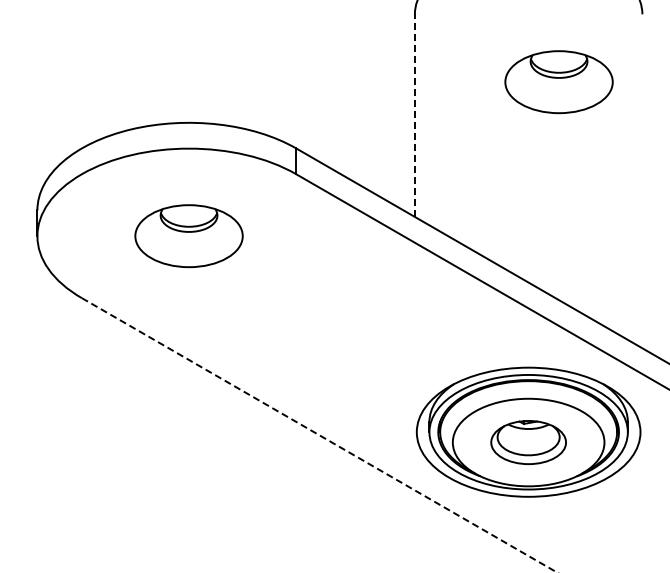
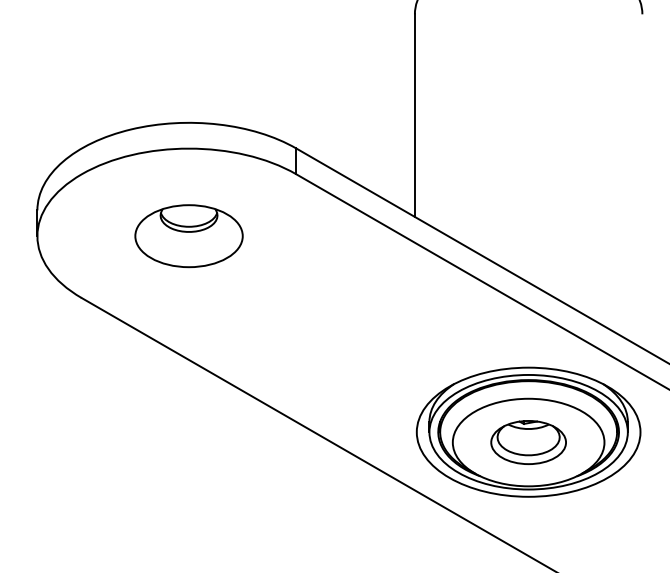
part at (558, 82): present -> none
line at (414, 115): dashed -> solid
line at (319, 435): dashed -> solid
